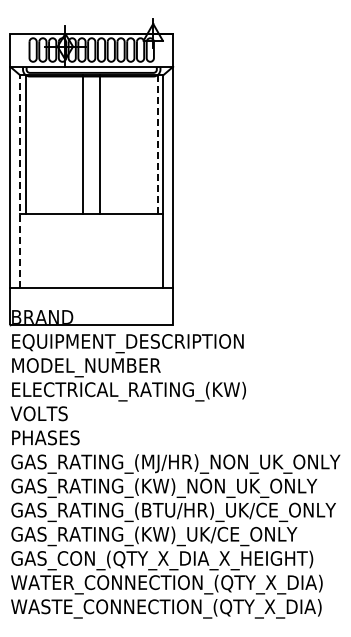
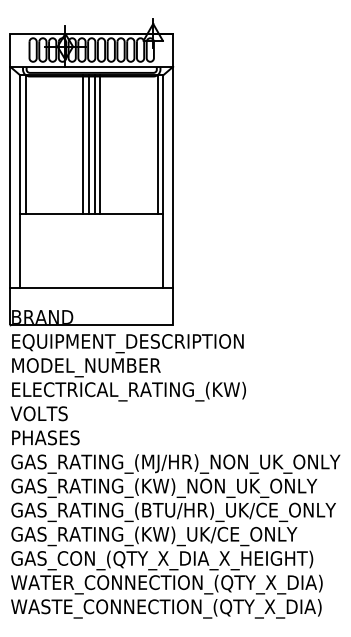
line at (88, 144): none -> present
line at (94, 144): none -> present
line at (157, 144): dashed -> solid
line at (20, 181): dashed -> solid
